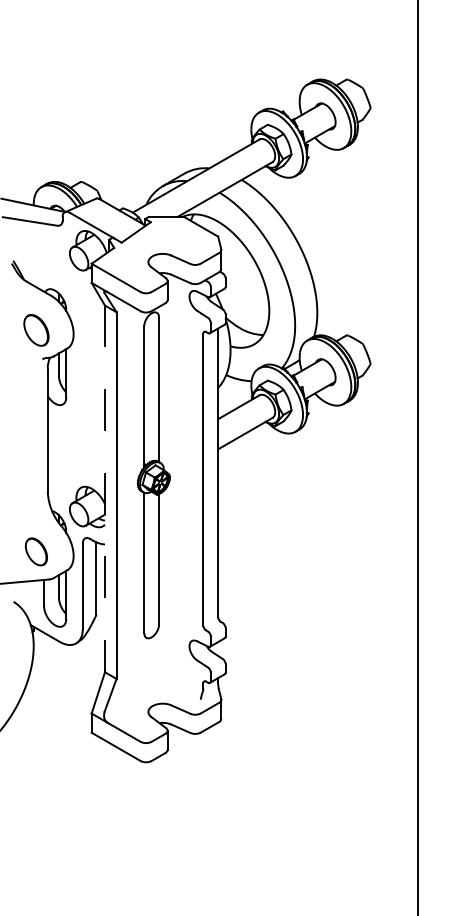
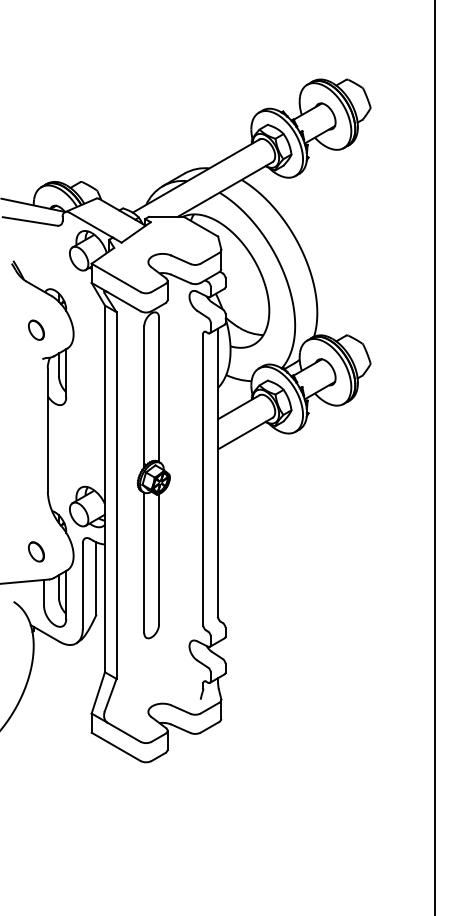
part at (36, 330) size: 27x33 px -> 17x22 px
line at (418, 457) position: (418, 457) -> (435, 457)
line at (105, 489): dashed -> solid
part at (35, 551) size: 24x30 px -> 17x22 px
